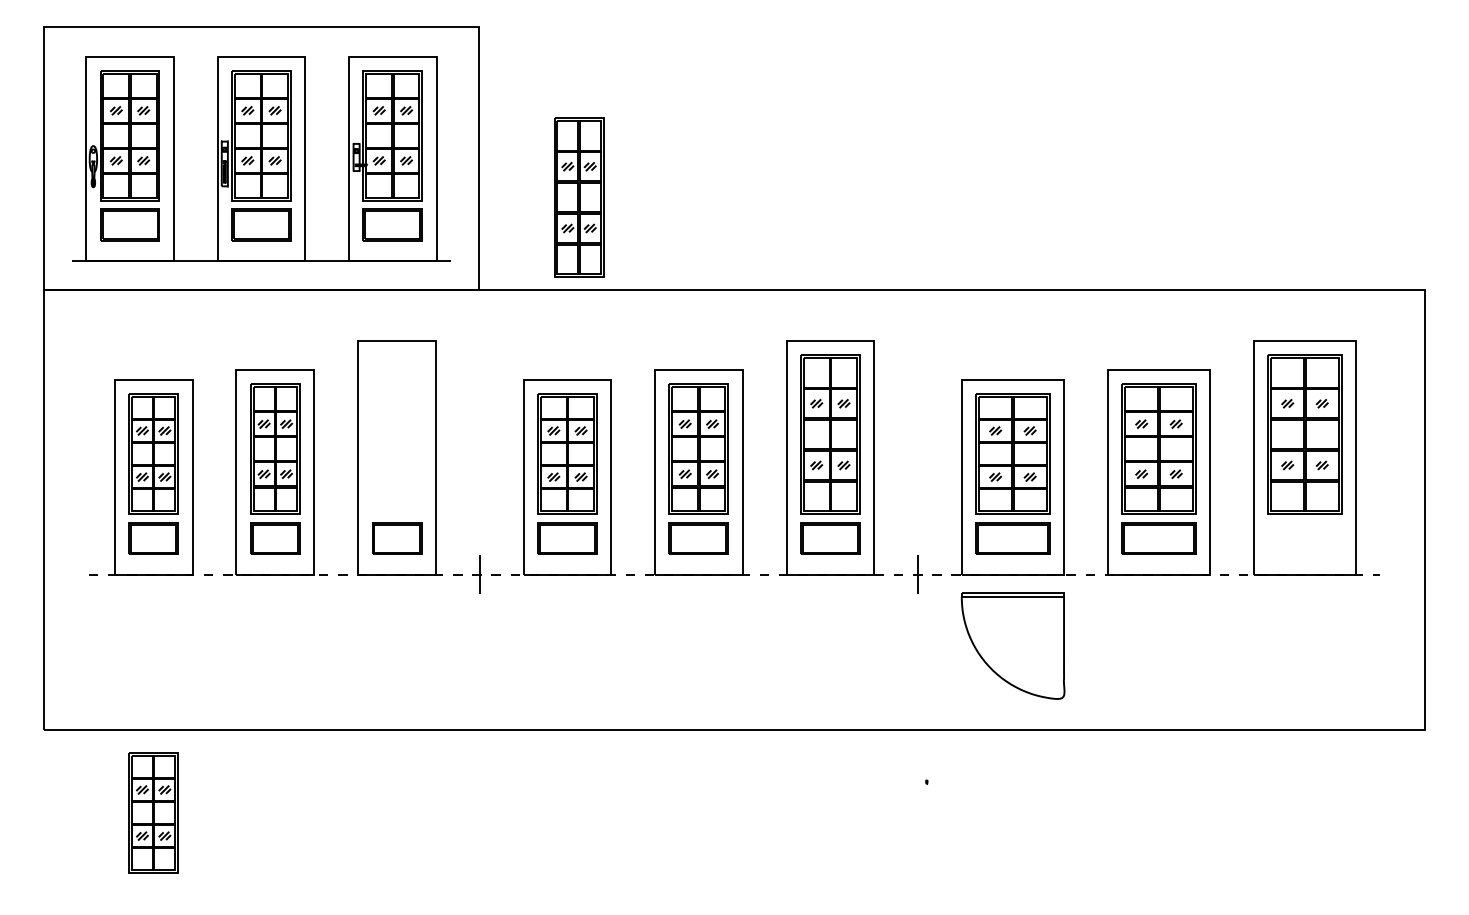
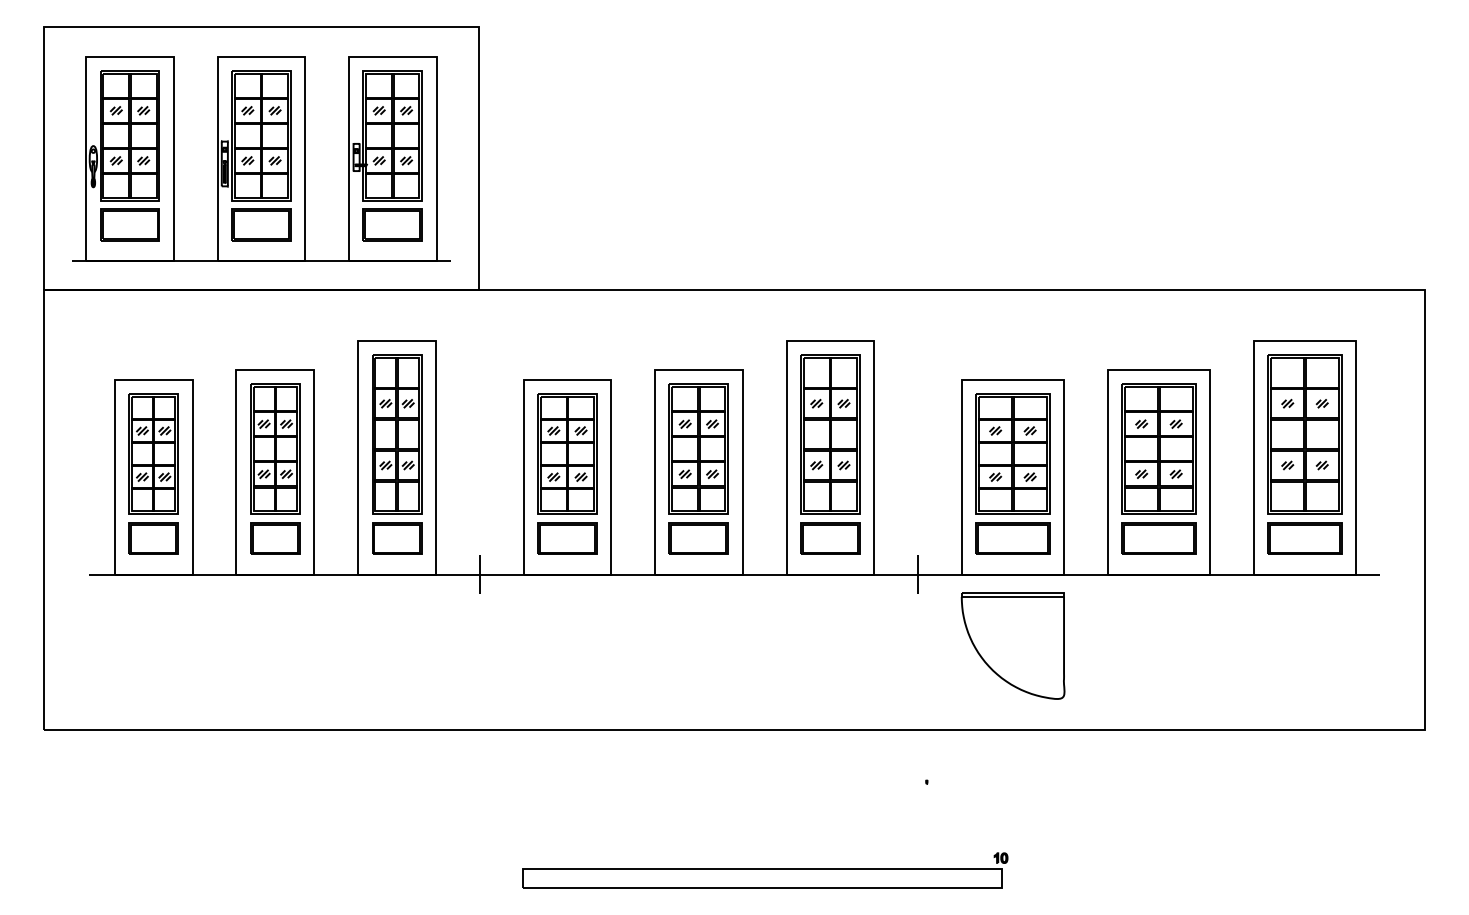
part at (579, 197) position: (579, 197) -> (397, 434)
part at (1304, 538): none -> present
line at (734, 574): dashed -> solid
part at (153, 812): present -> none
part at (765, 870): none -> present
